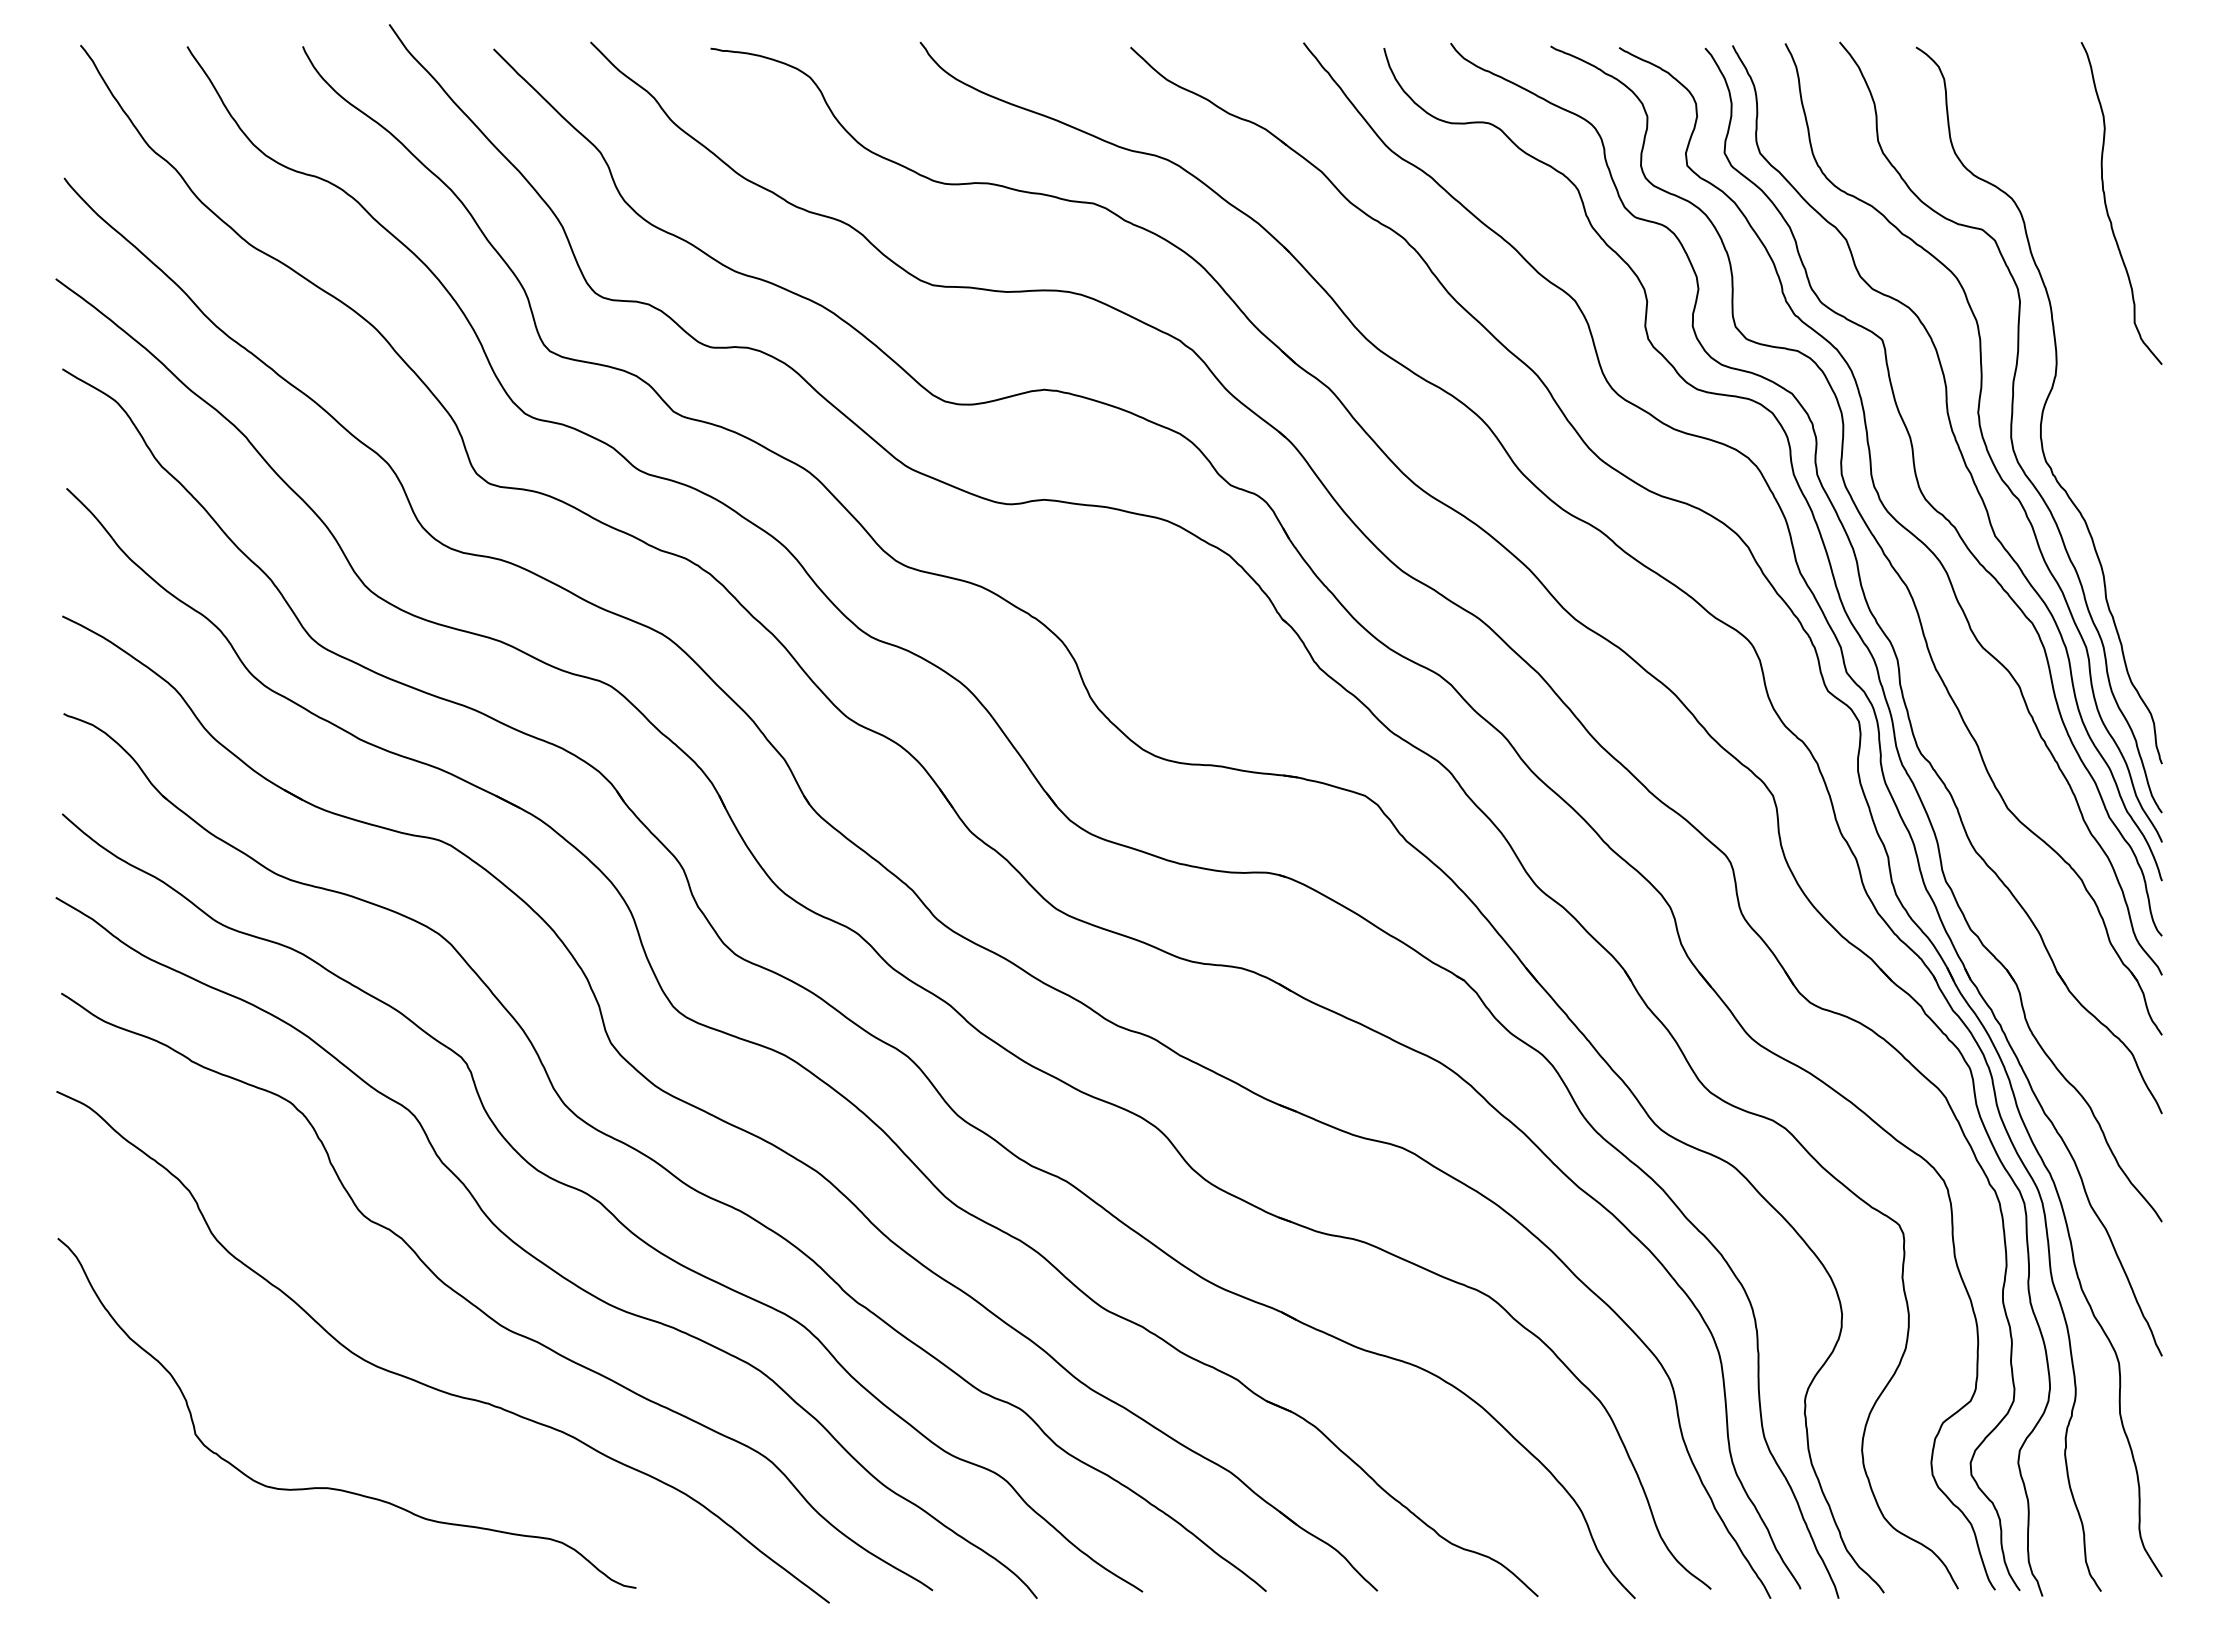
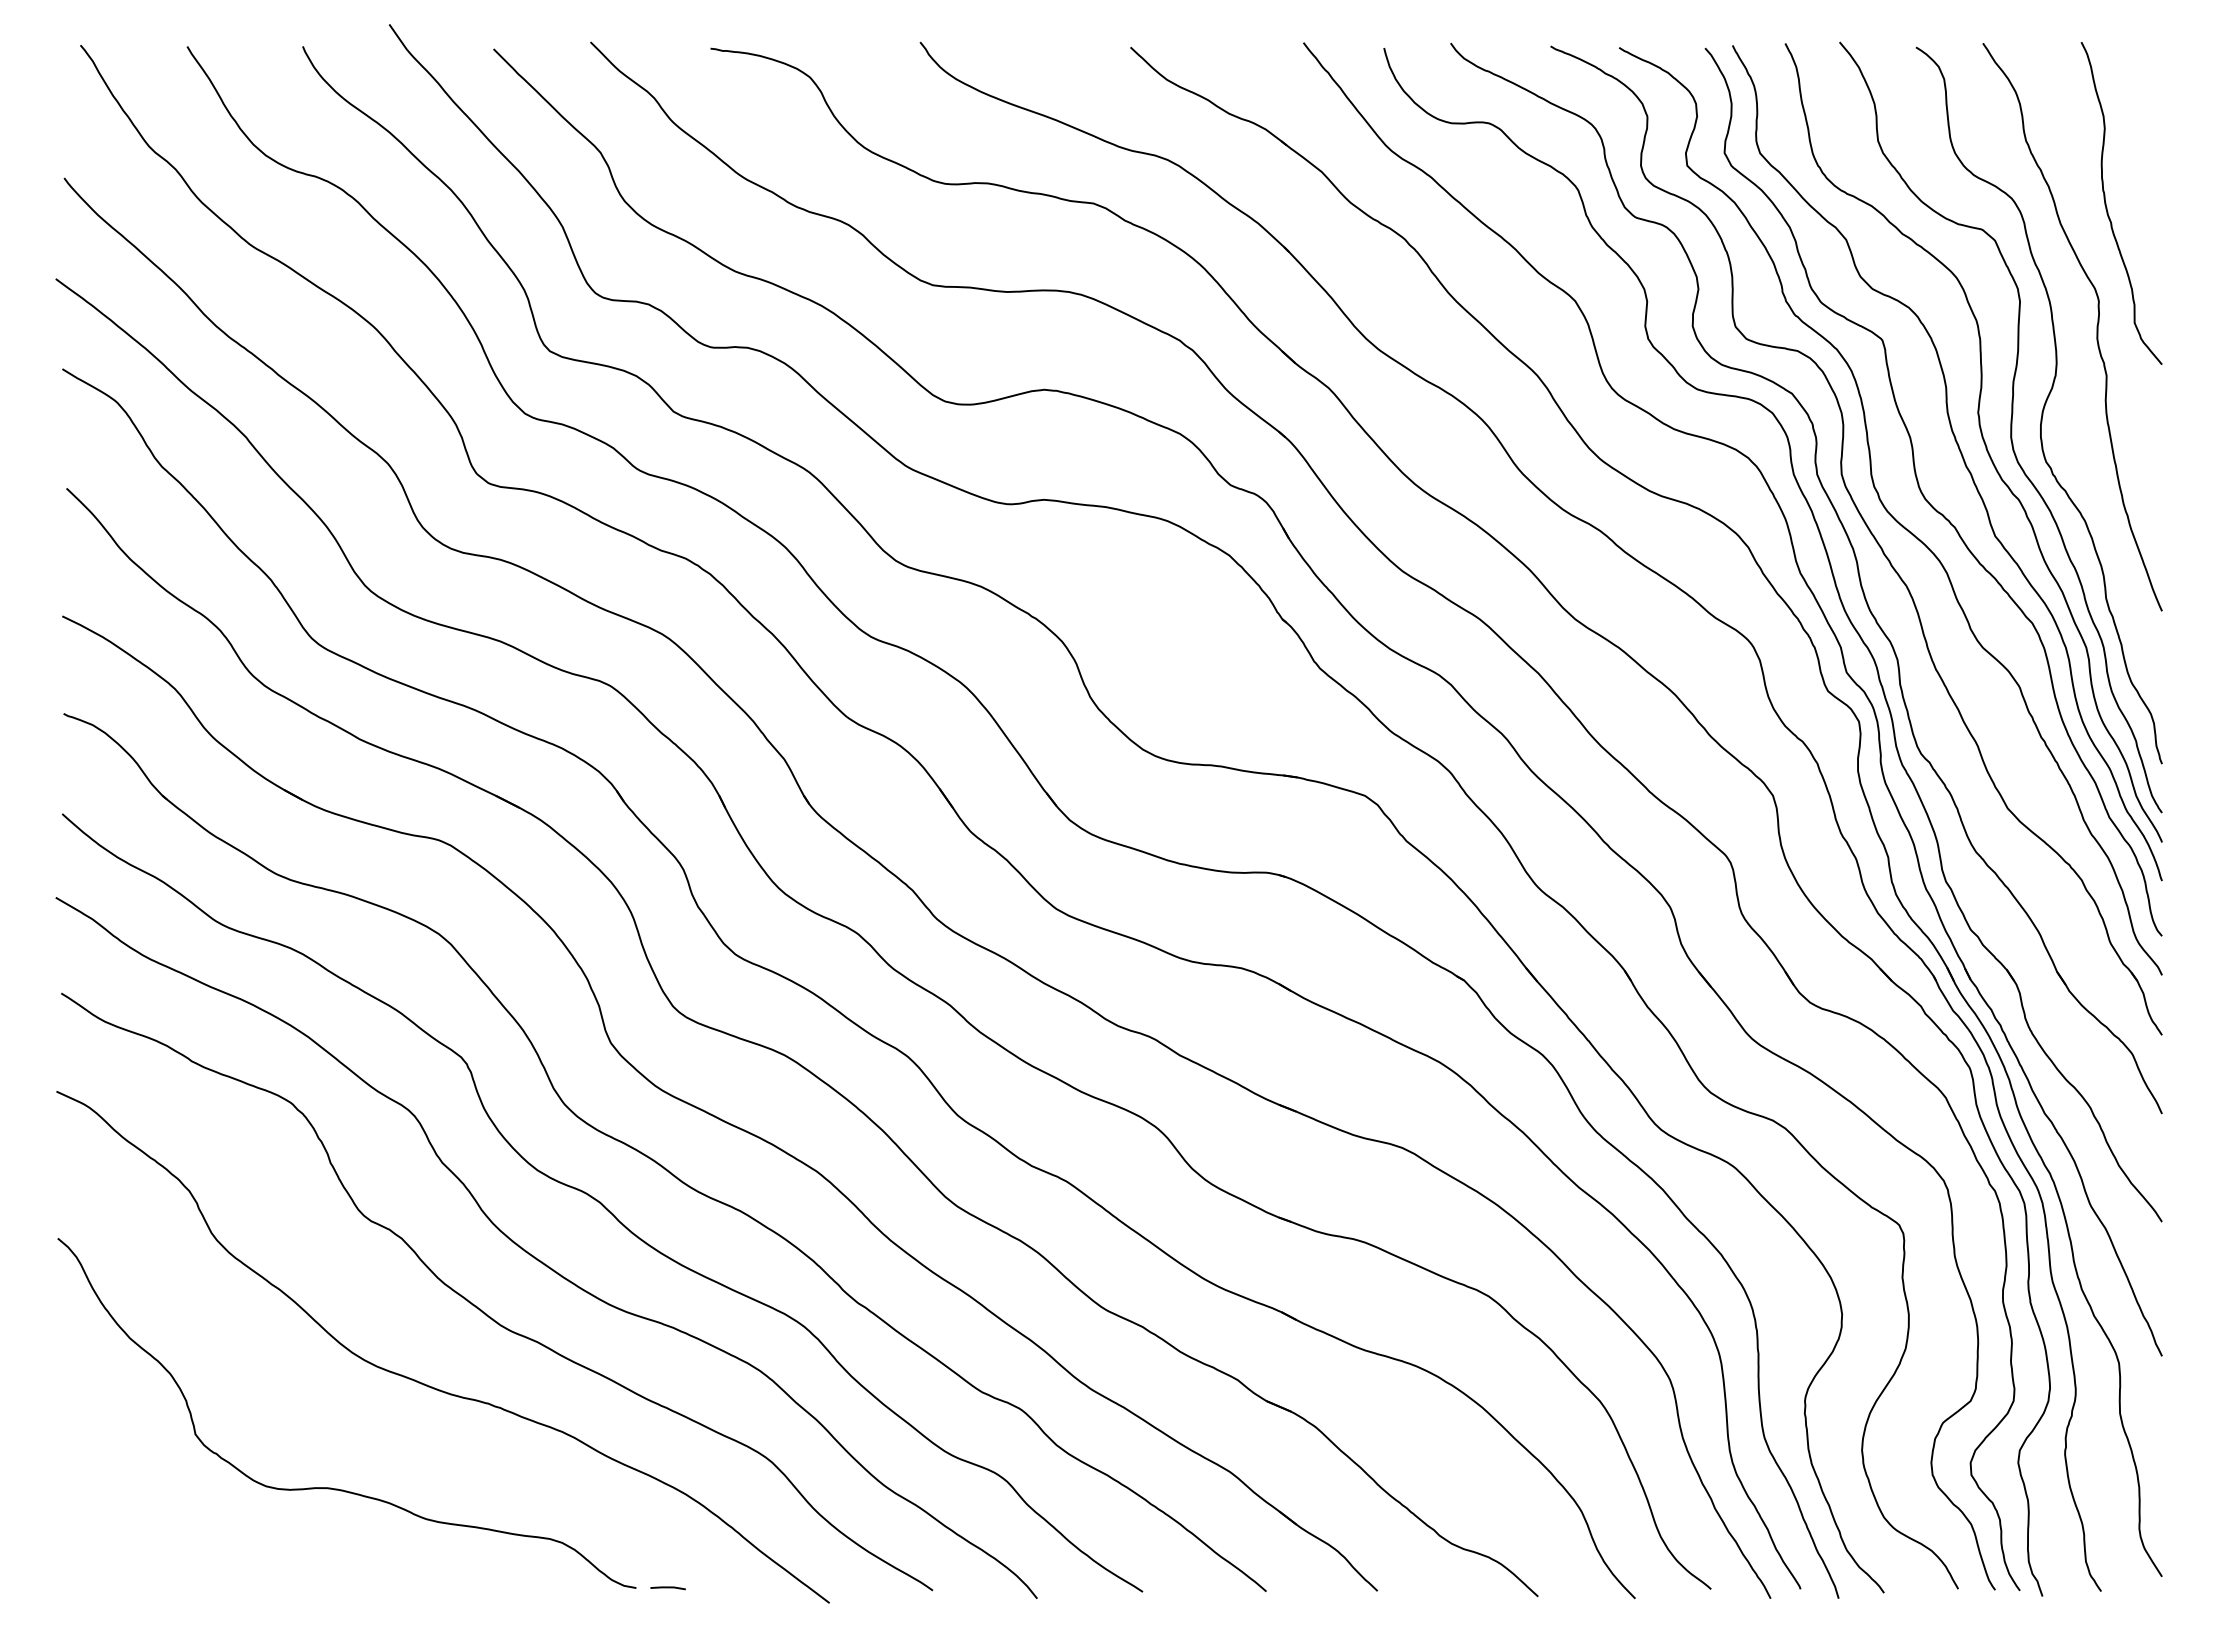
curve at (2096, 327): none -> present
line at (667, 1588): none -> present
